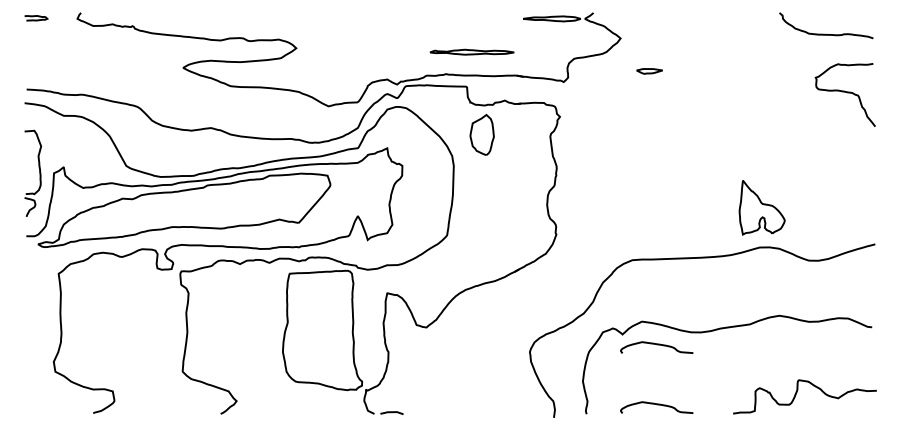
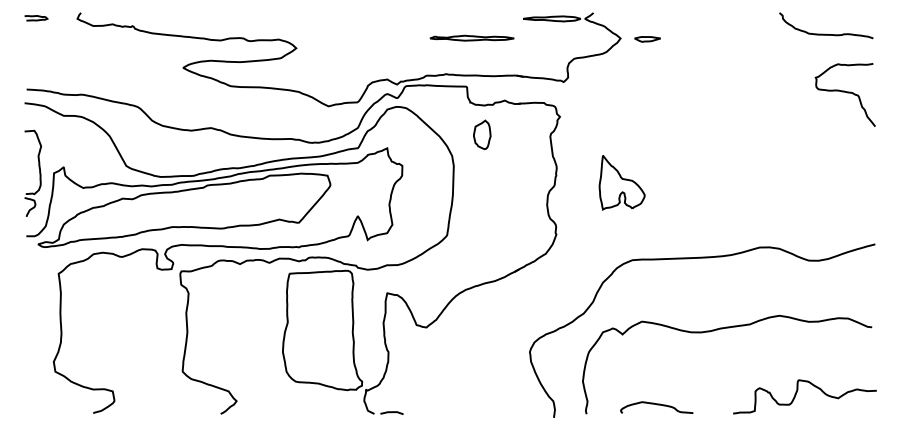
part at (471, 51) position: (471, 51) -> (471, 37)
part at (649, 71) position: (649, 71) -> (647, 39)
part at (481, 134) size: 26x43 px -> 19x32 px
part at (761, 207) position: (761, 207) -> (621, 182)
curve at (656, 345): present -> none
